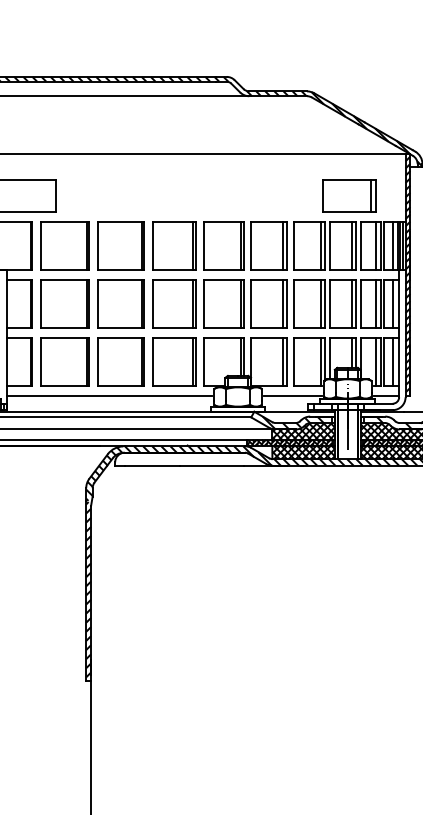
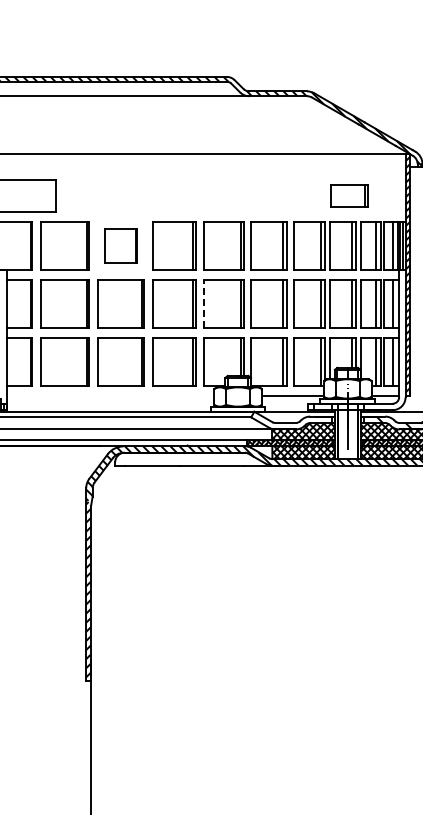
part at (349, 195) size: 55x34 px -> 39x24 px
part at (120, 245) size: 48x50 px -> 34x36 px
line at (203, 303): solid -> dashed
line at (109, 395): present -> none
hatch at (296, 422): present -> none
